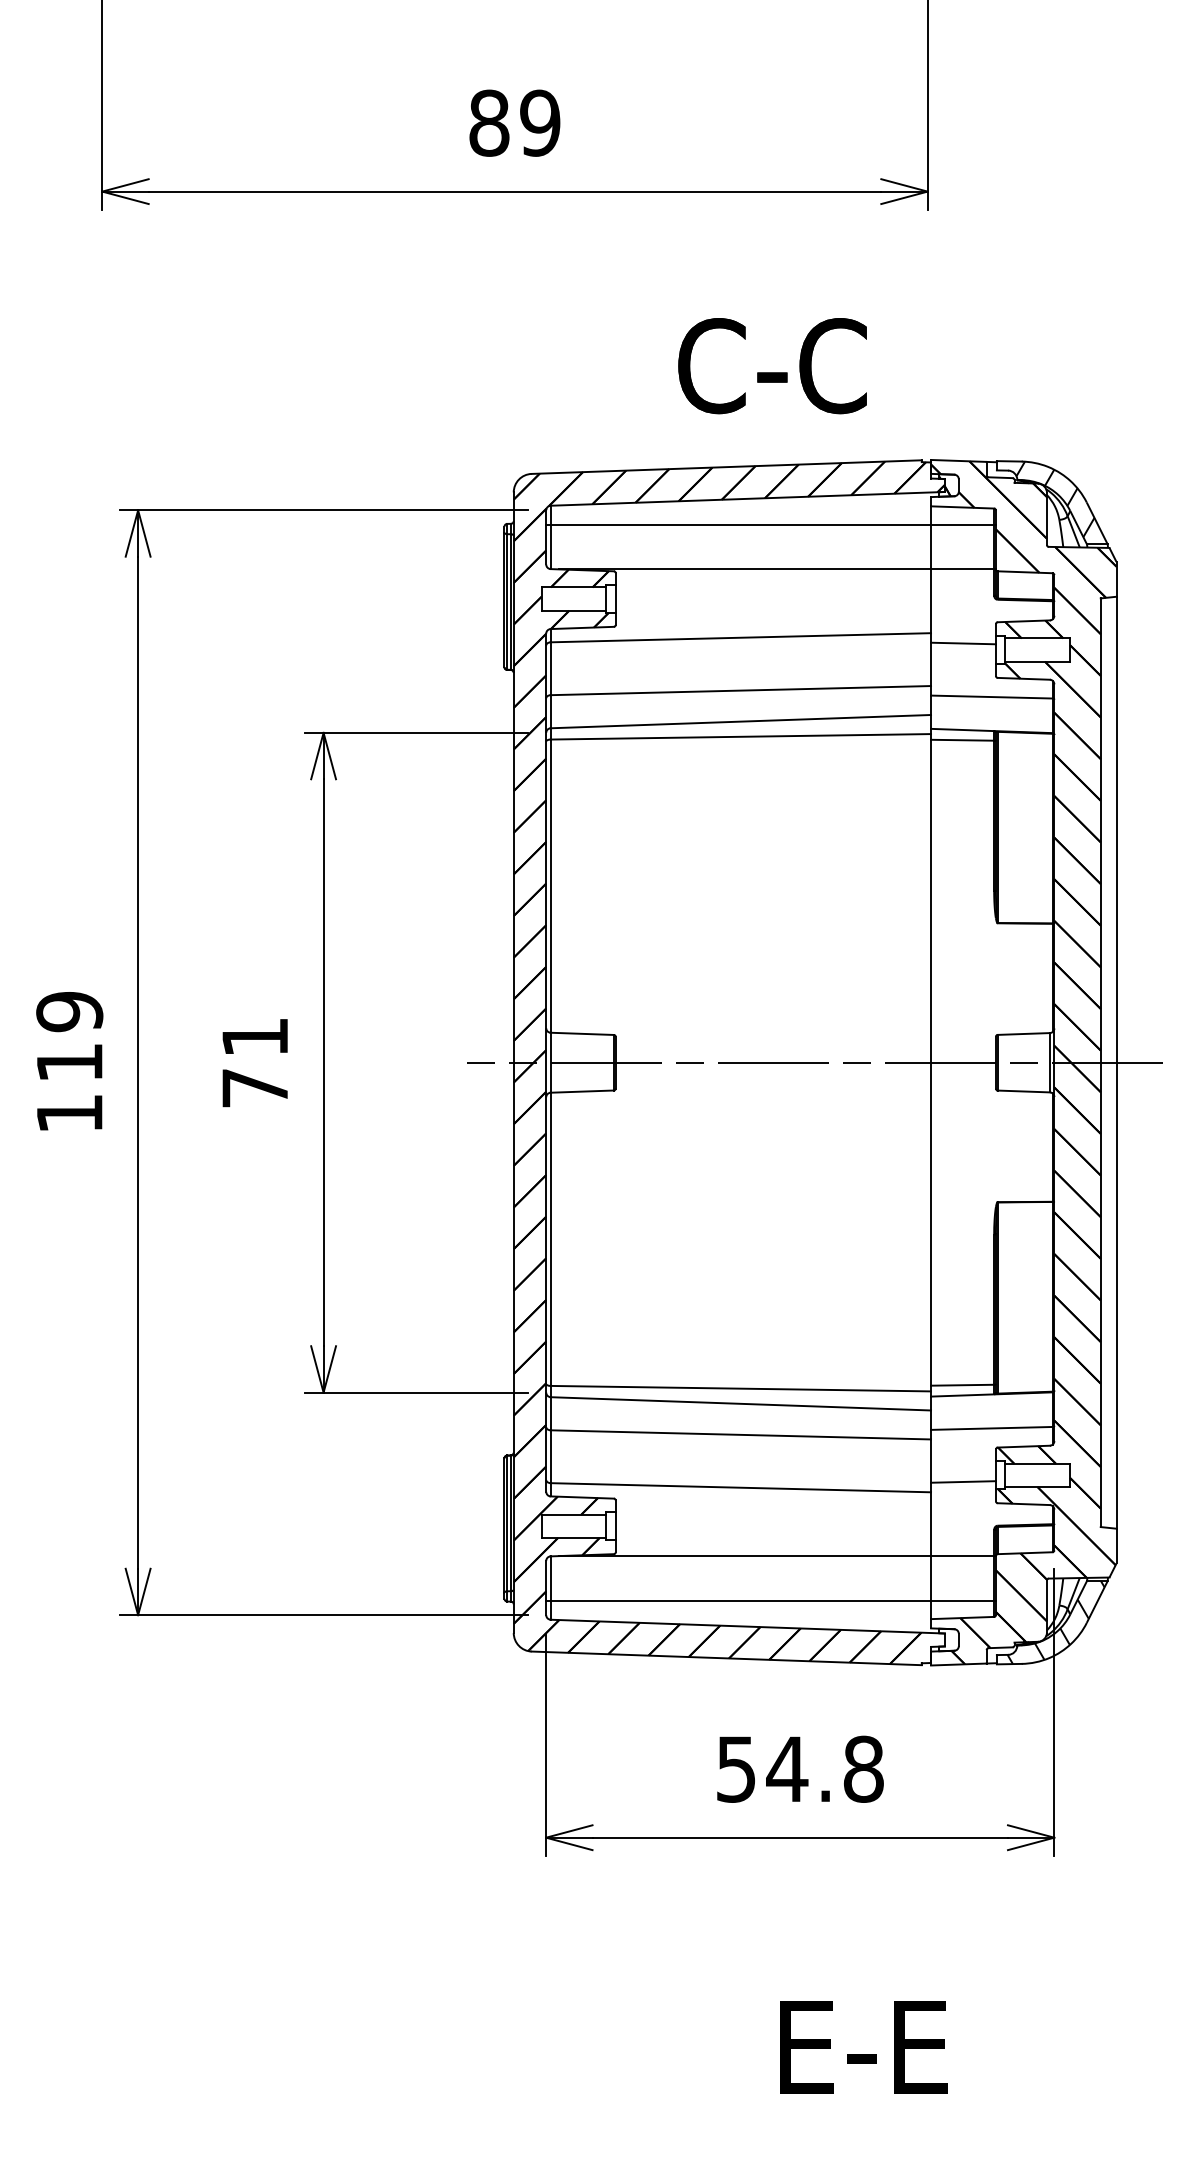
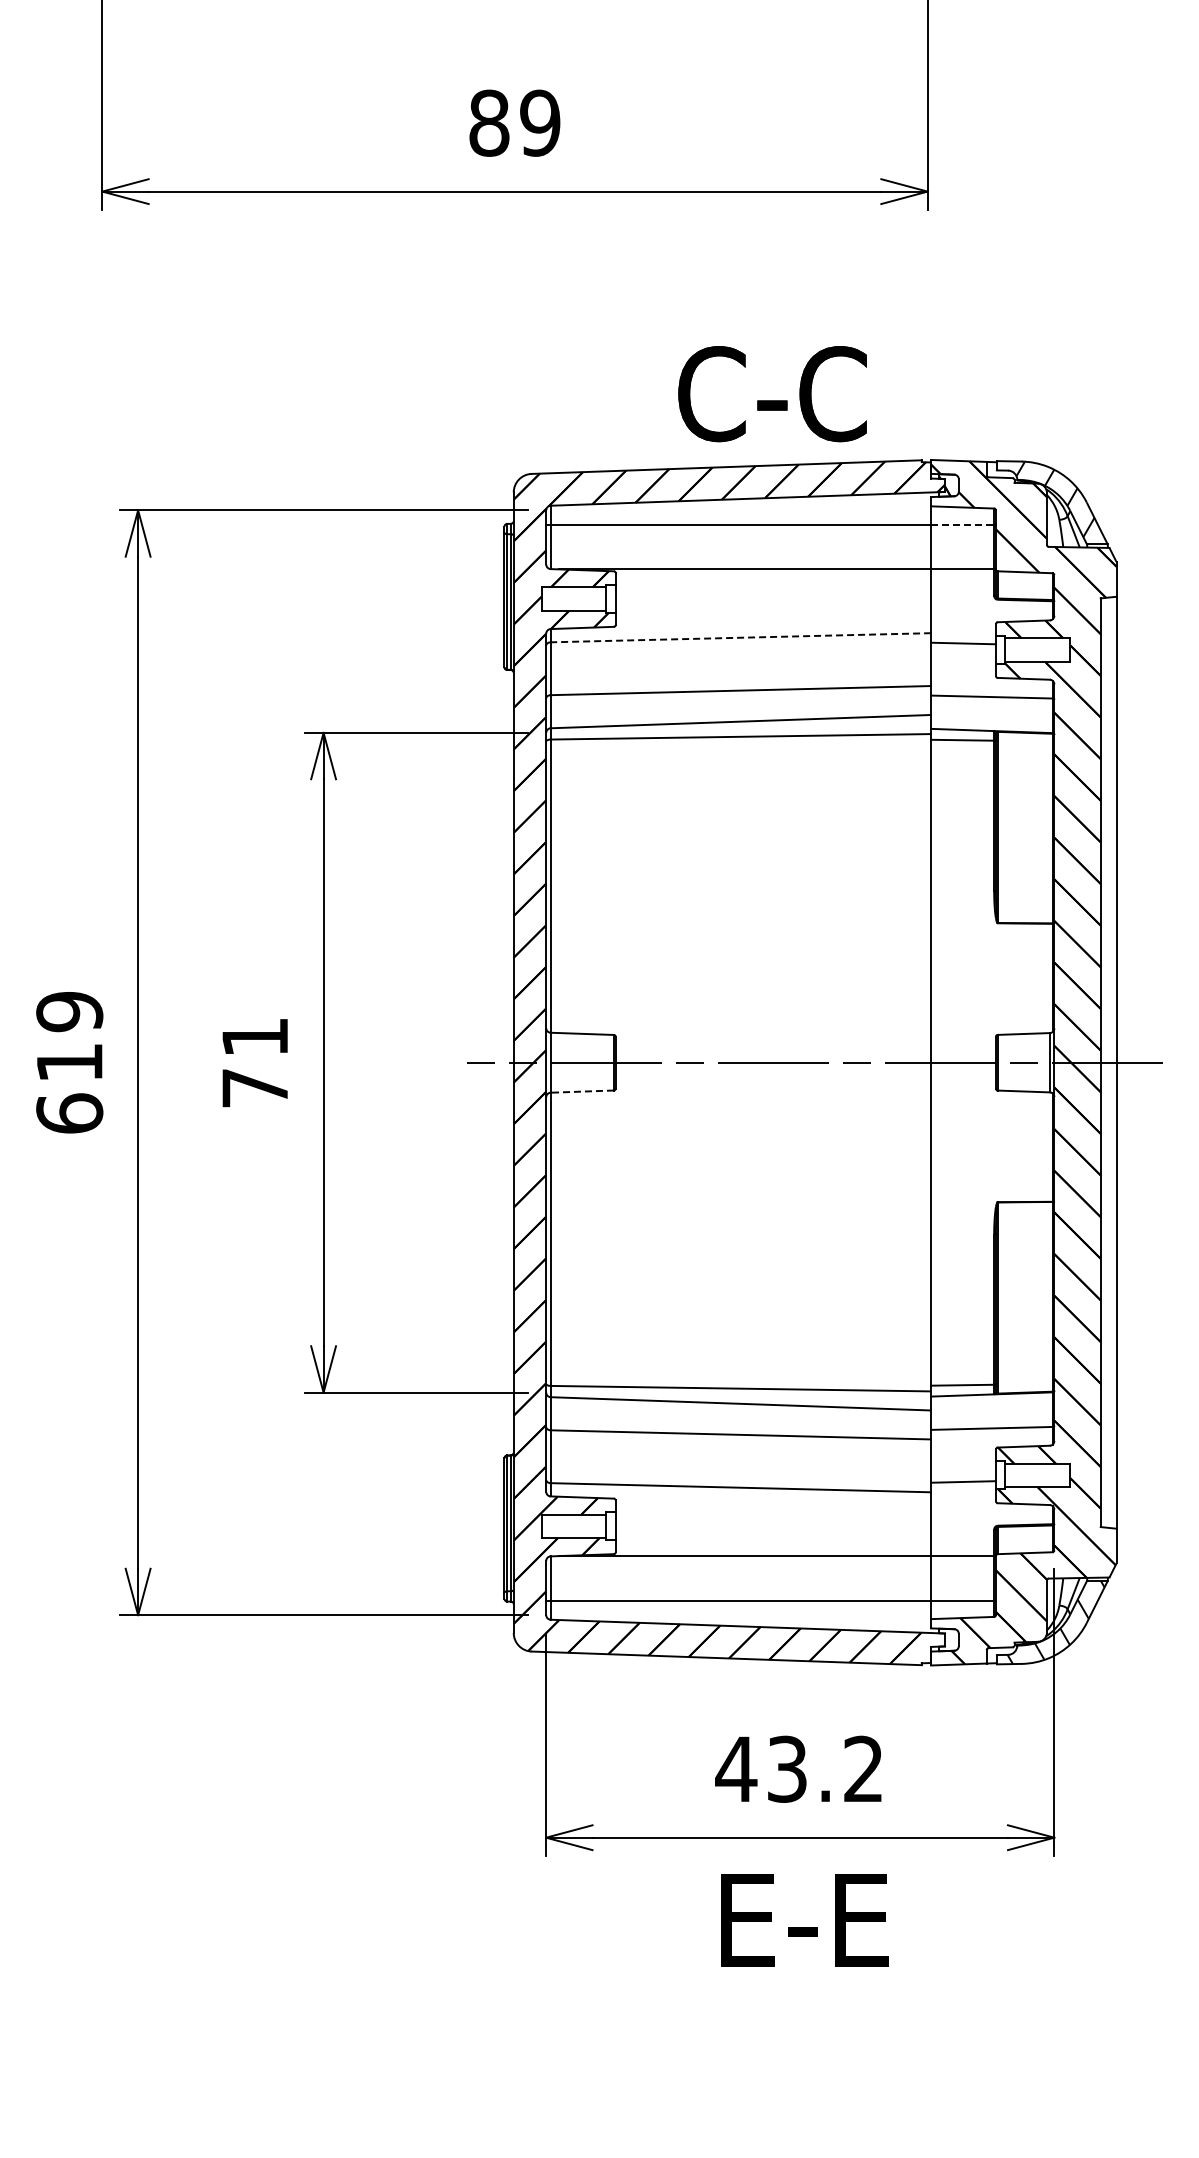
text at (772, 366) position: (772, 366) -> (772, 394)
line at (962, 524): solid -> dashed
line at (740, 637): solid -> dashed
line at (582, 1091): solid -> dashed
text at (69, 1113): 119 -> 619
text at (799, 1768): 54.8 -> 43.2
text at (863, 2047) position: (863, 2047) -> (804, 1920)
